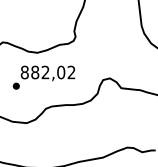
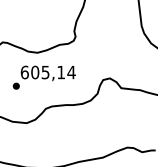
text at (47, 72): 882,02 -> 605,14
